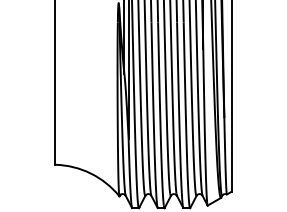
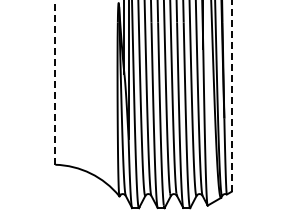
line at (55, 81): solid -> dashed
line at (231, 95): solid -> dashed
